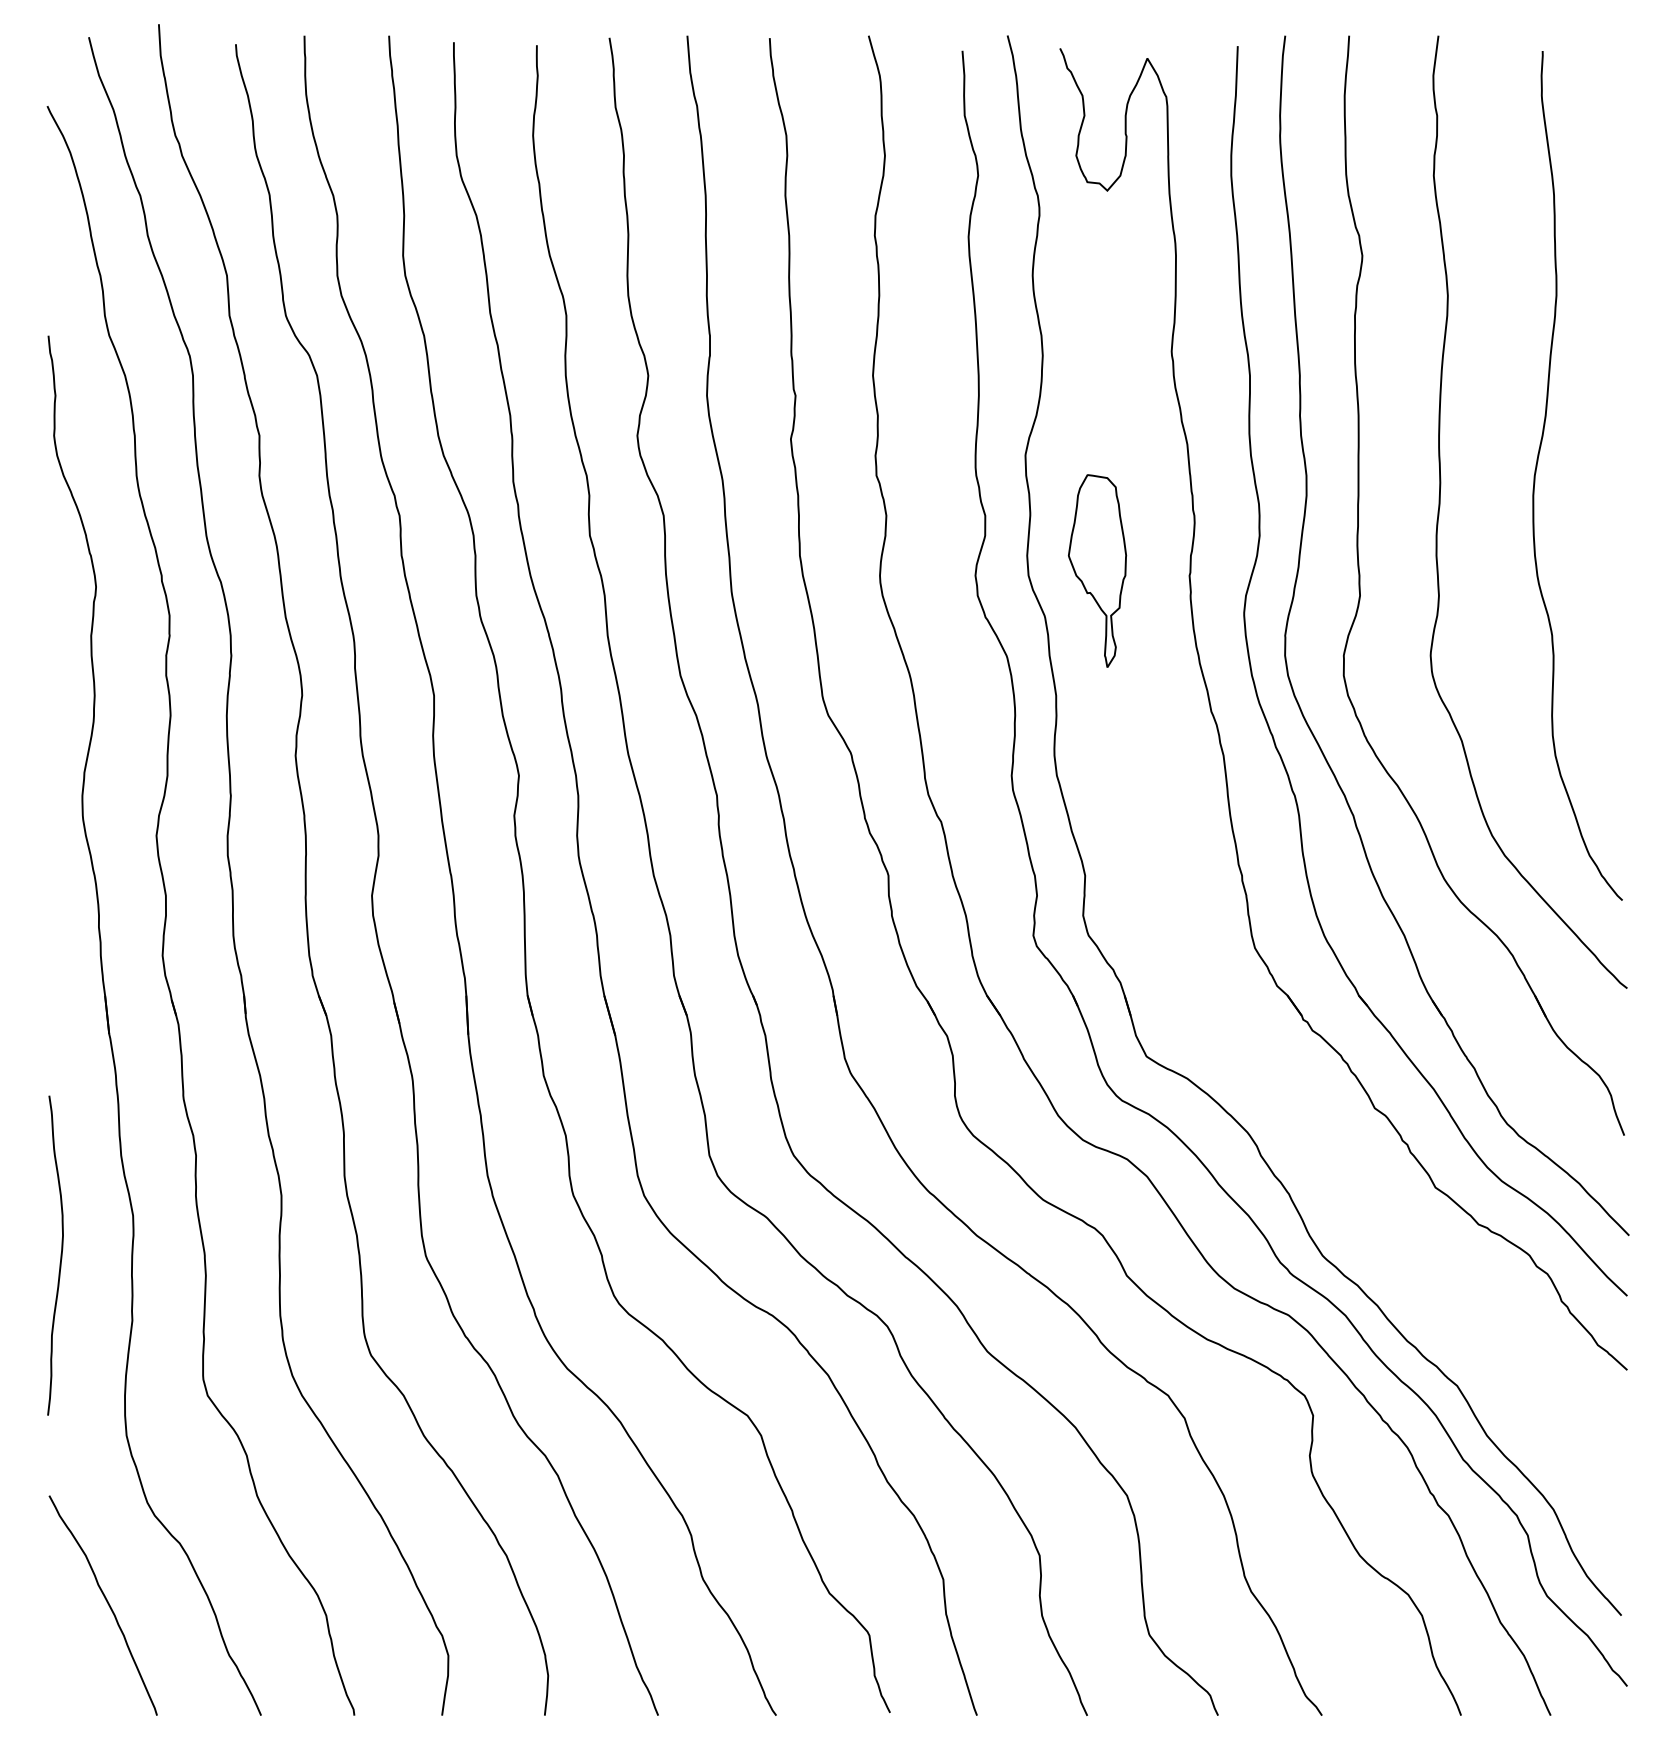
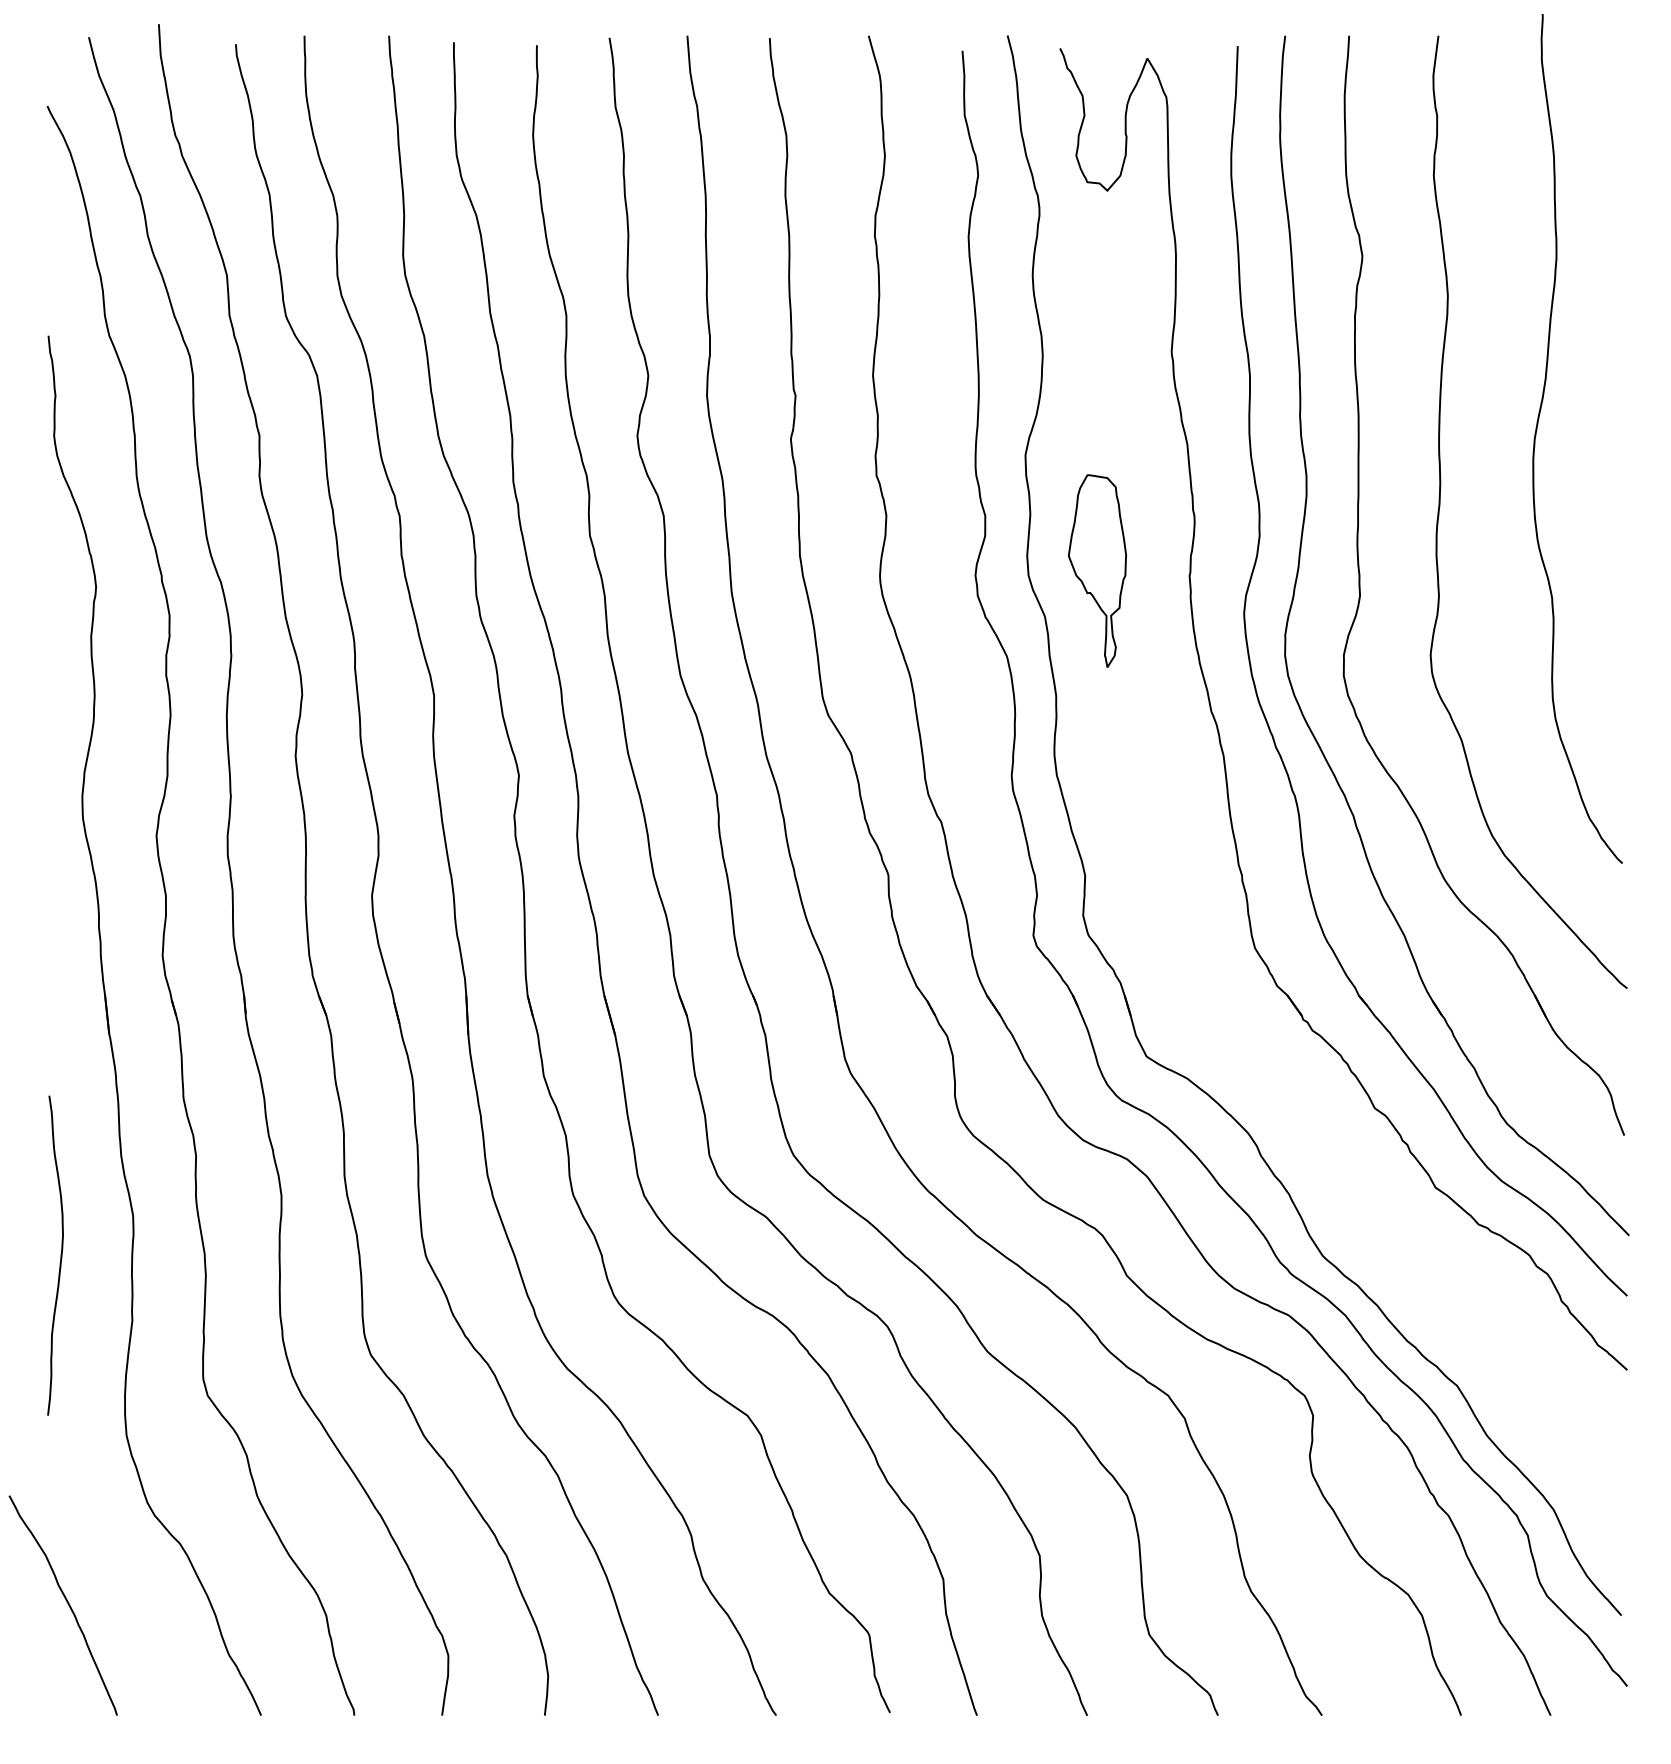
curve at (1537, 467) position: (1537, 467) -> (1537, 430)
curve at (106, 1602) position: (106, 1602) -> (66, 1602)
